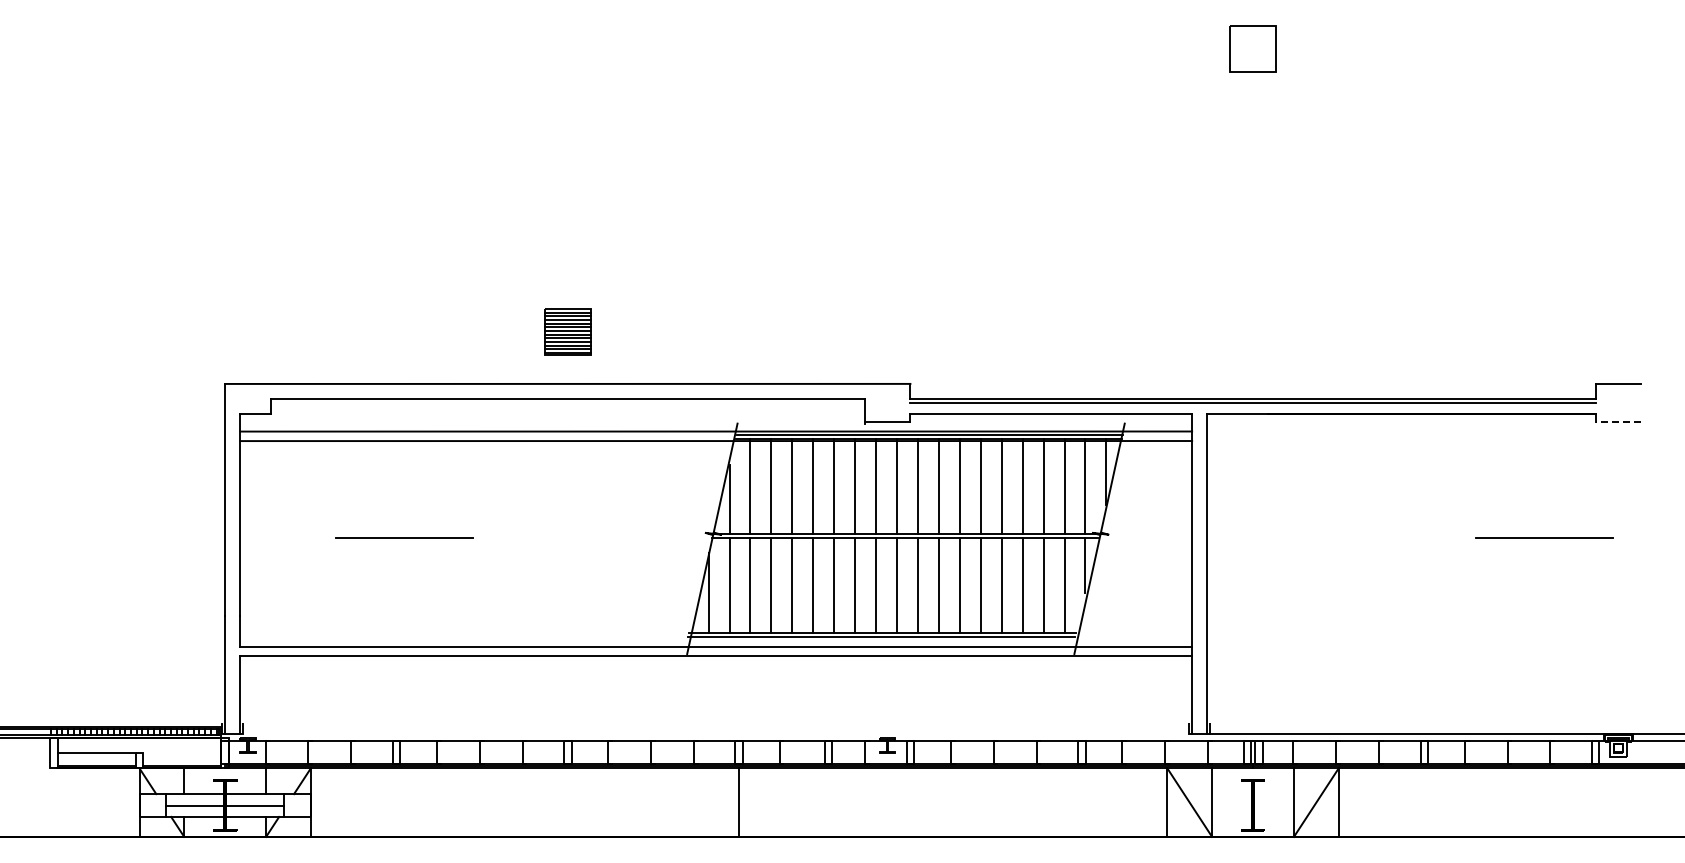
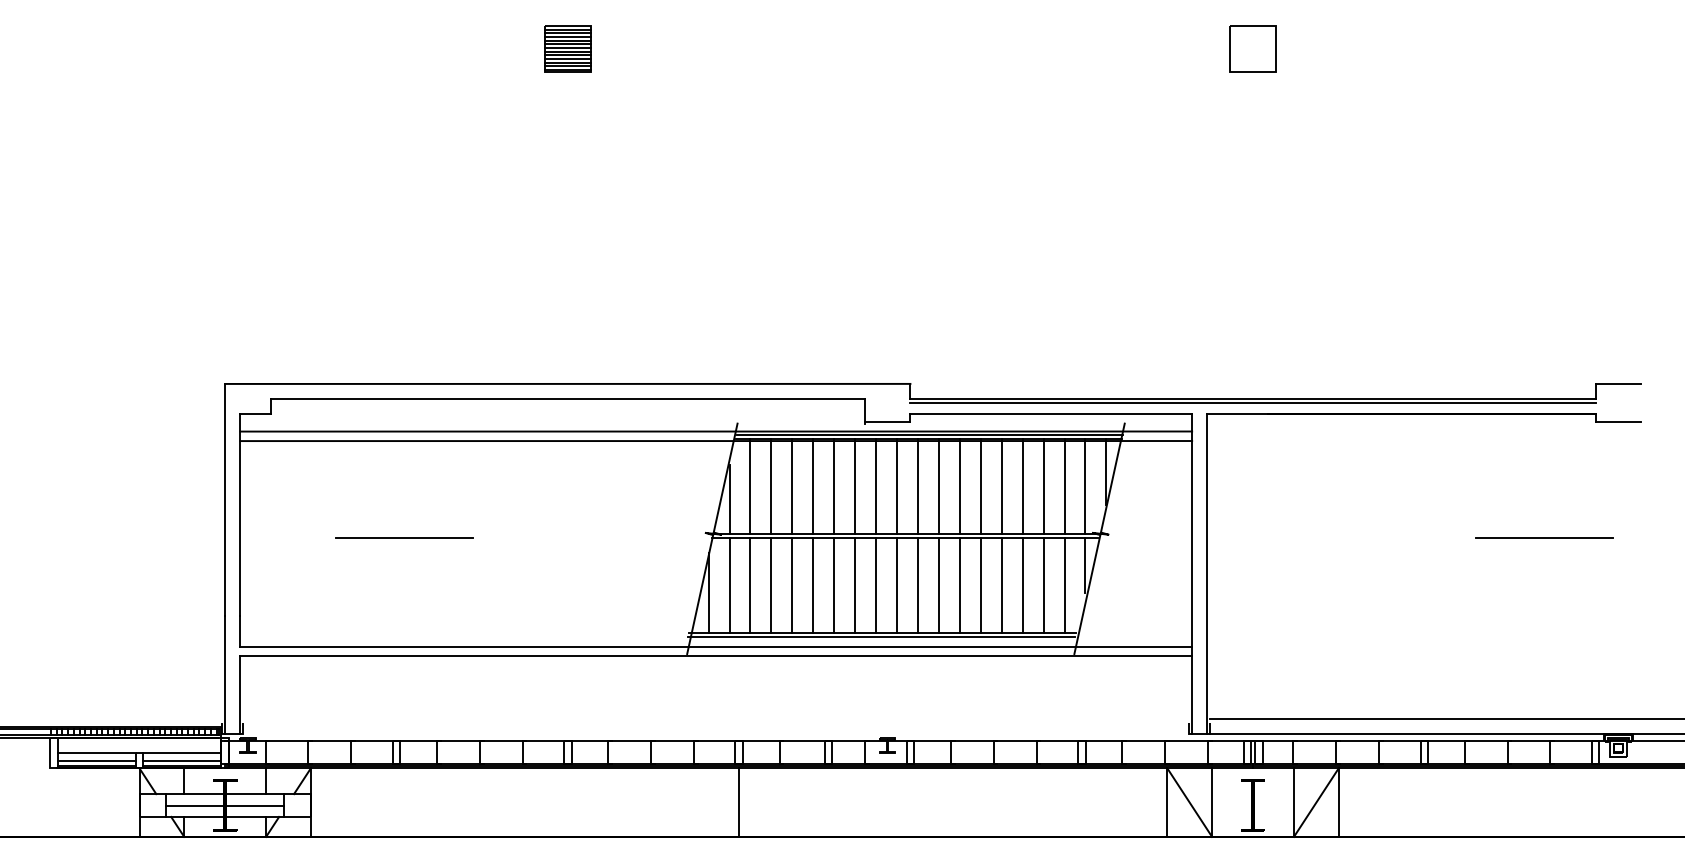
part at (567, 331) position: (567, 331) -> (567, 48)
line at (1618, 421): dashed -> solid
line at (1445, 718): none -> present
line at (182, 753): none -> present
line at (96, 760): none -> present
line at (182, 760): none -> present
